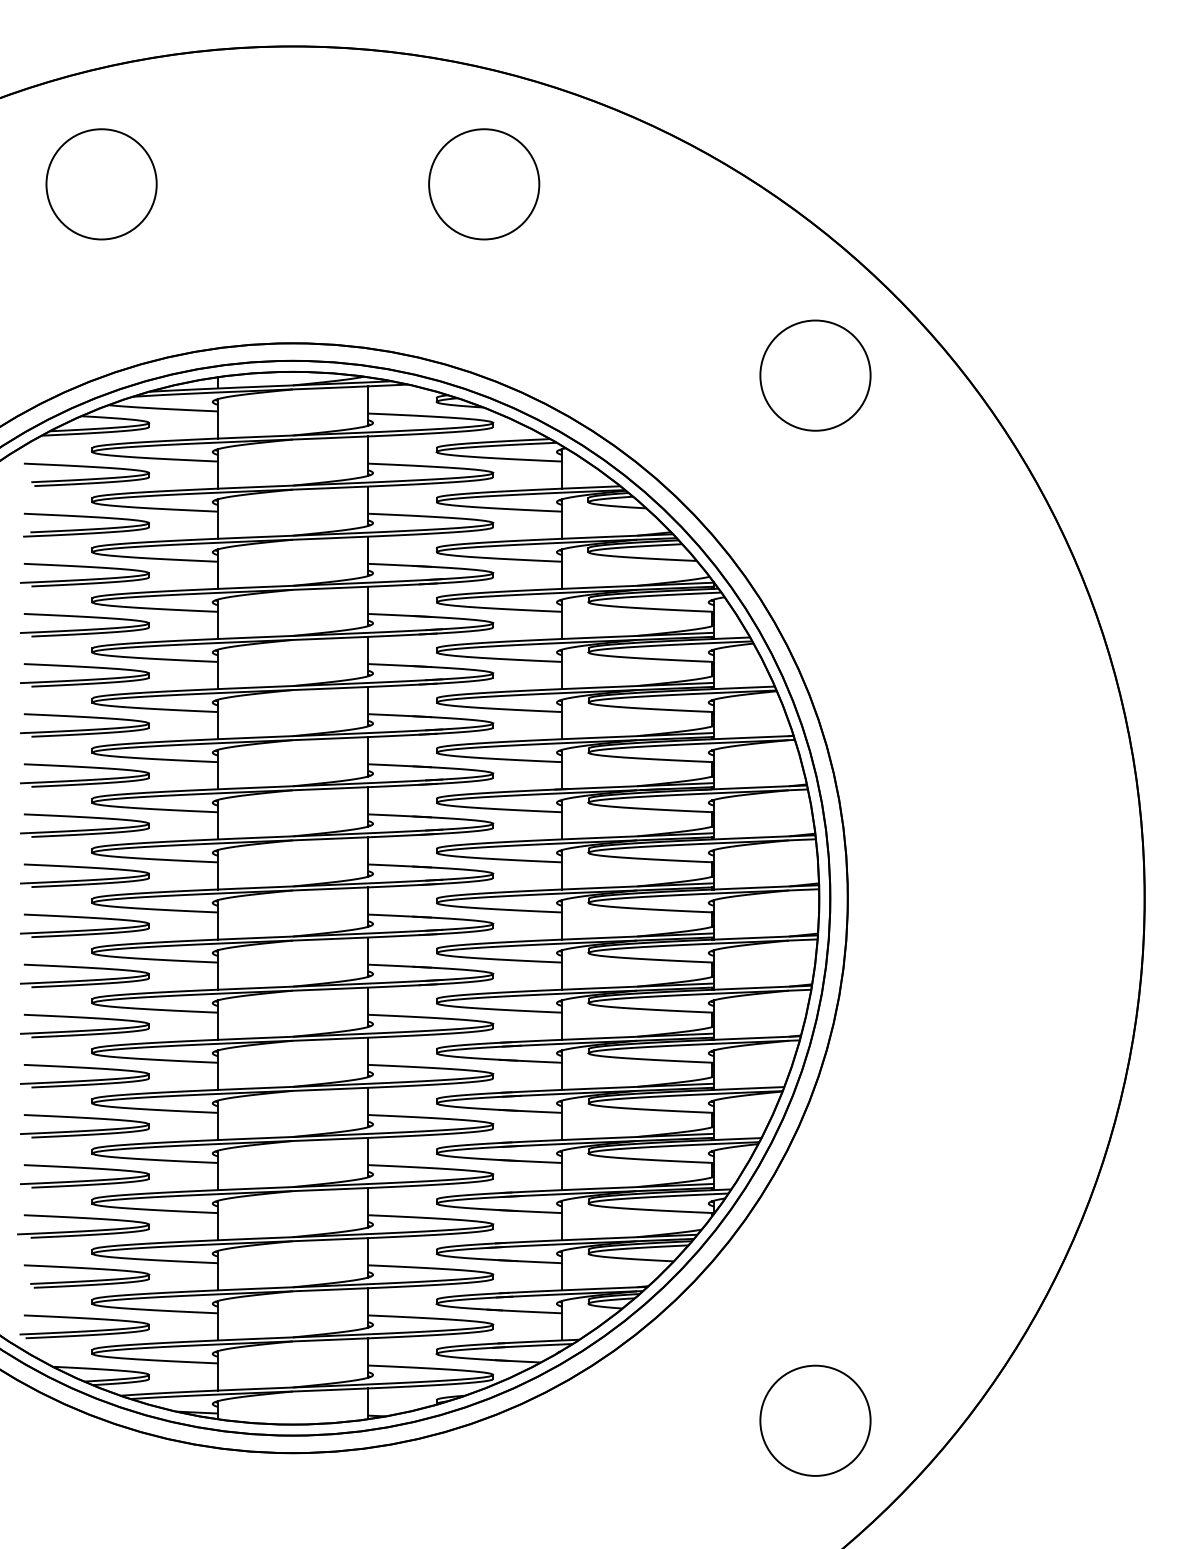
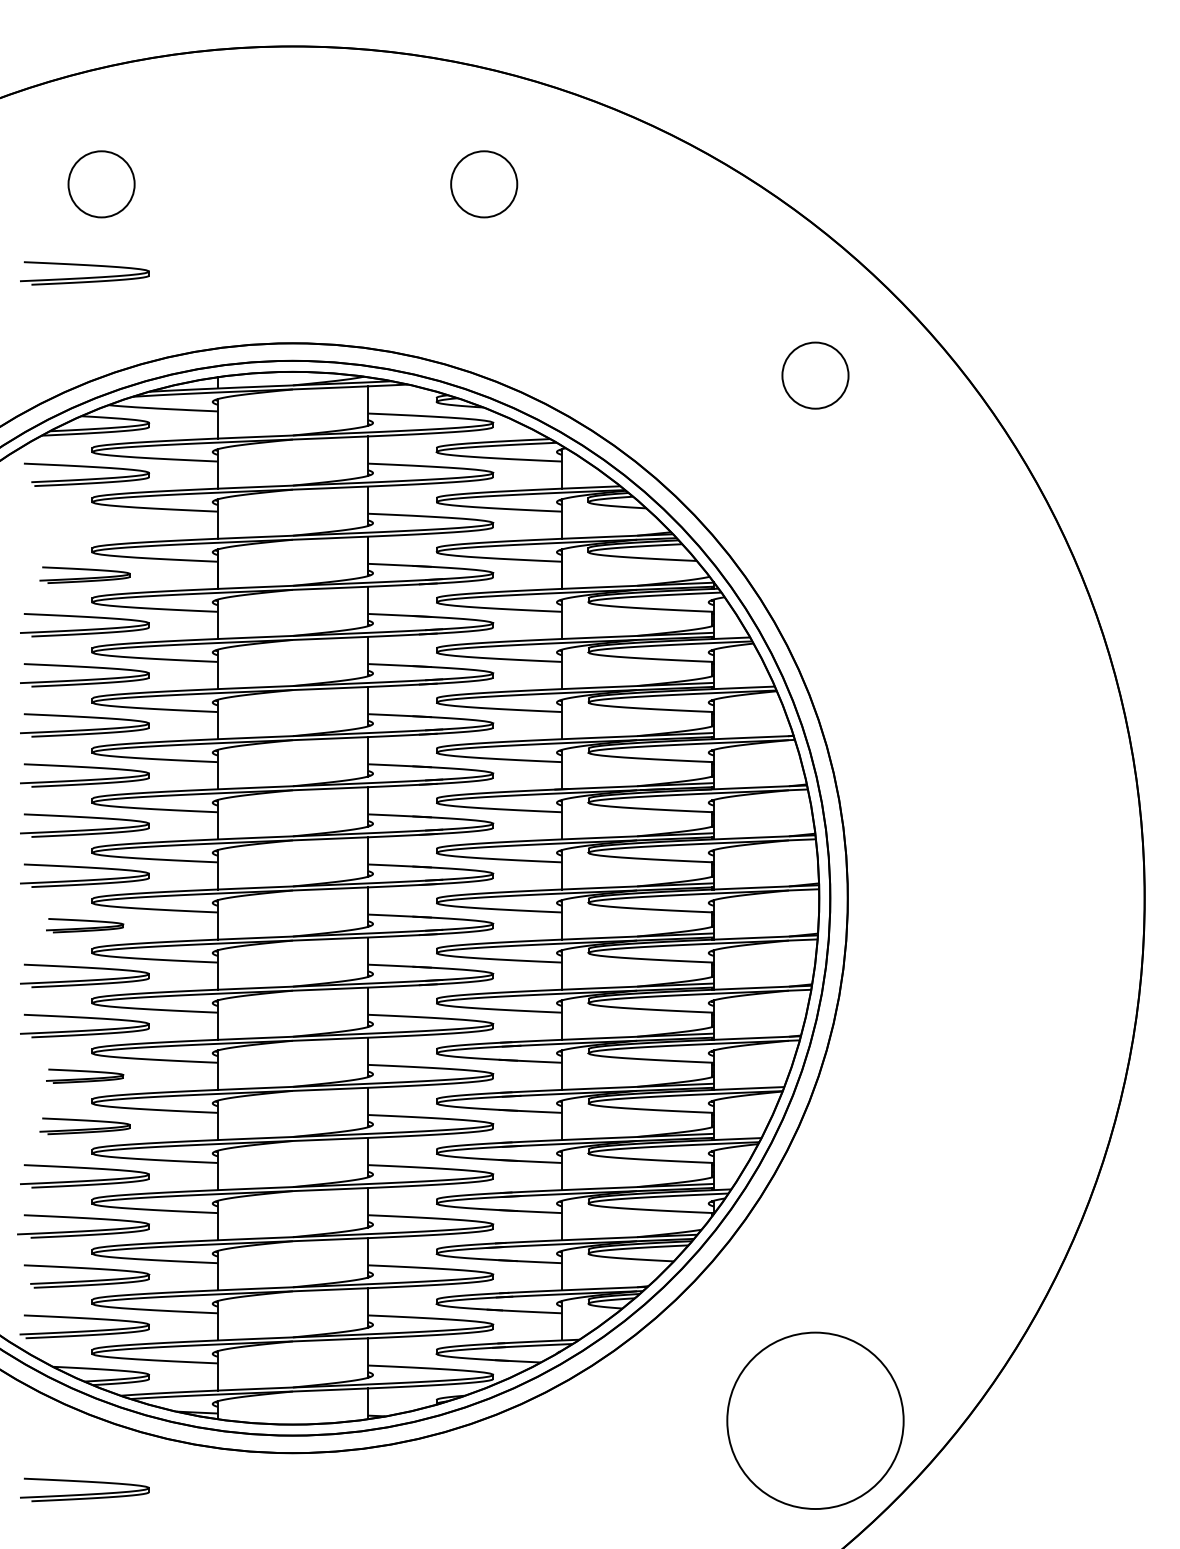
circle at (101, 184) diameter: 110 px -> 66 px
circle at (484, 184) diameter: 110 px -> 66 px
part at (84, 273): none -> present
circle at (815, 375) diameter: 110 px -> 66 px
part at (86, 524): present -> none
part at (84, 575) size: 130x25 px -> 92x18 px
part at (84, 925) size: 130x25 px -> 79x16 px
part at (84, 1076) size: 130x25 px -> 79x16 px
part at (84, 1126) size: 130x25 px -> 92x19 px
circle at (815, 1420) diameter: 110 px -> 176 px
part at (84, 1489): none -> present
